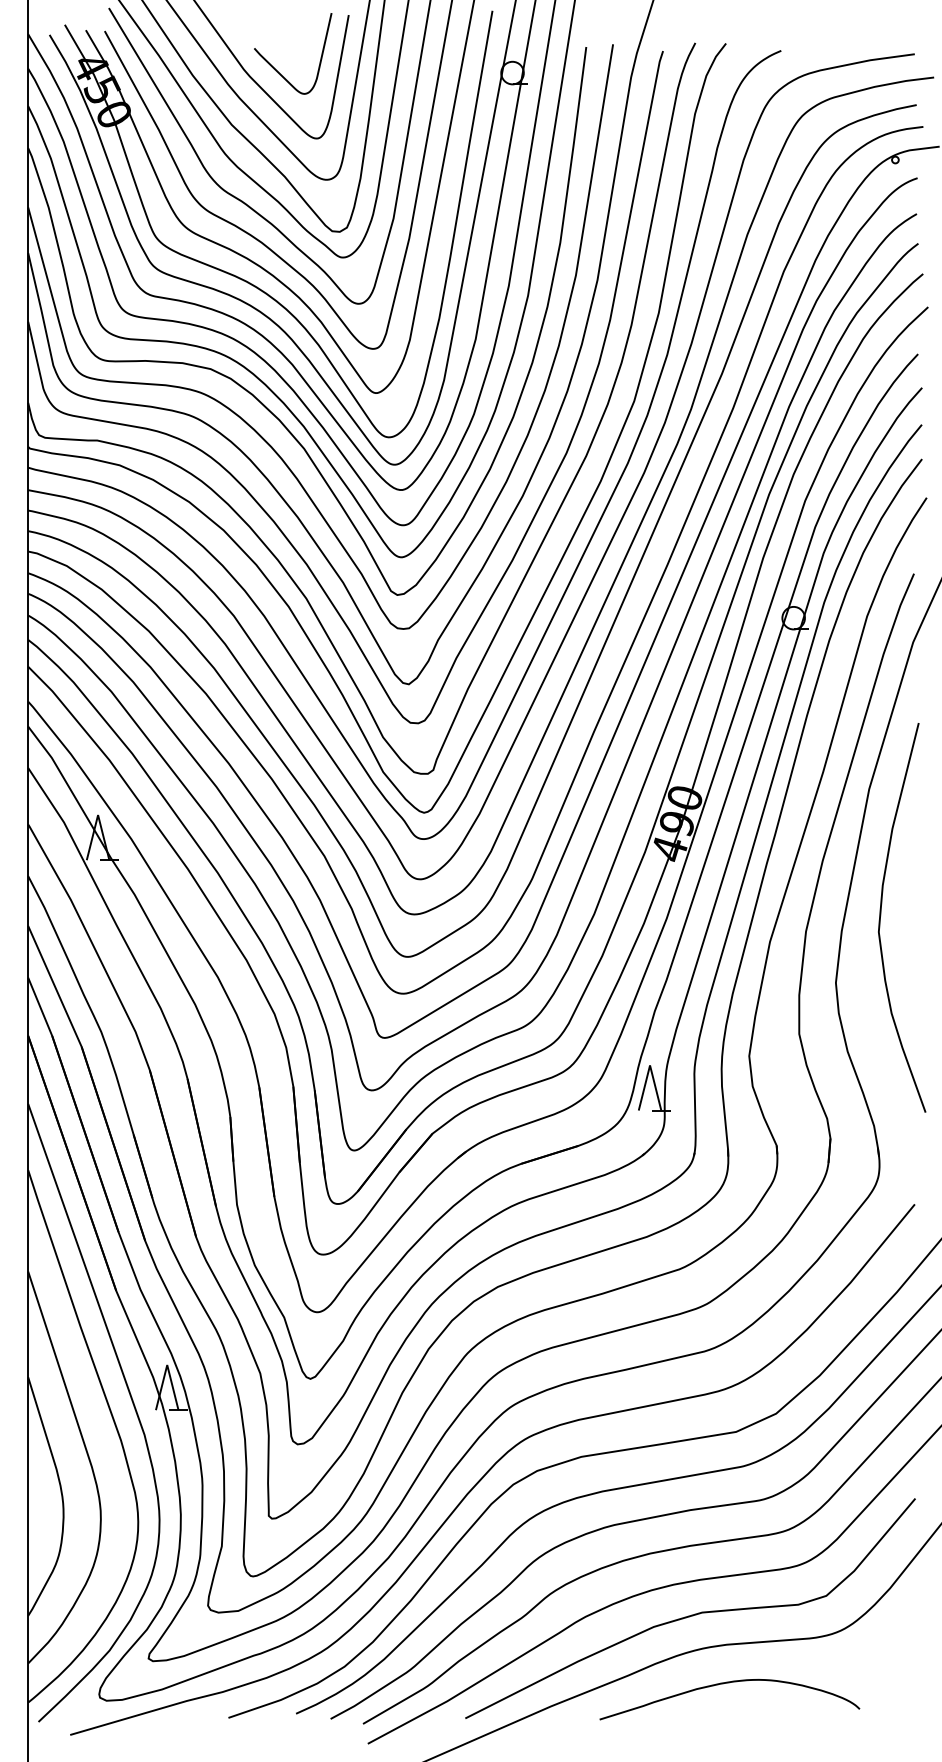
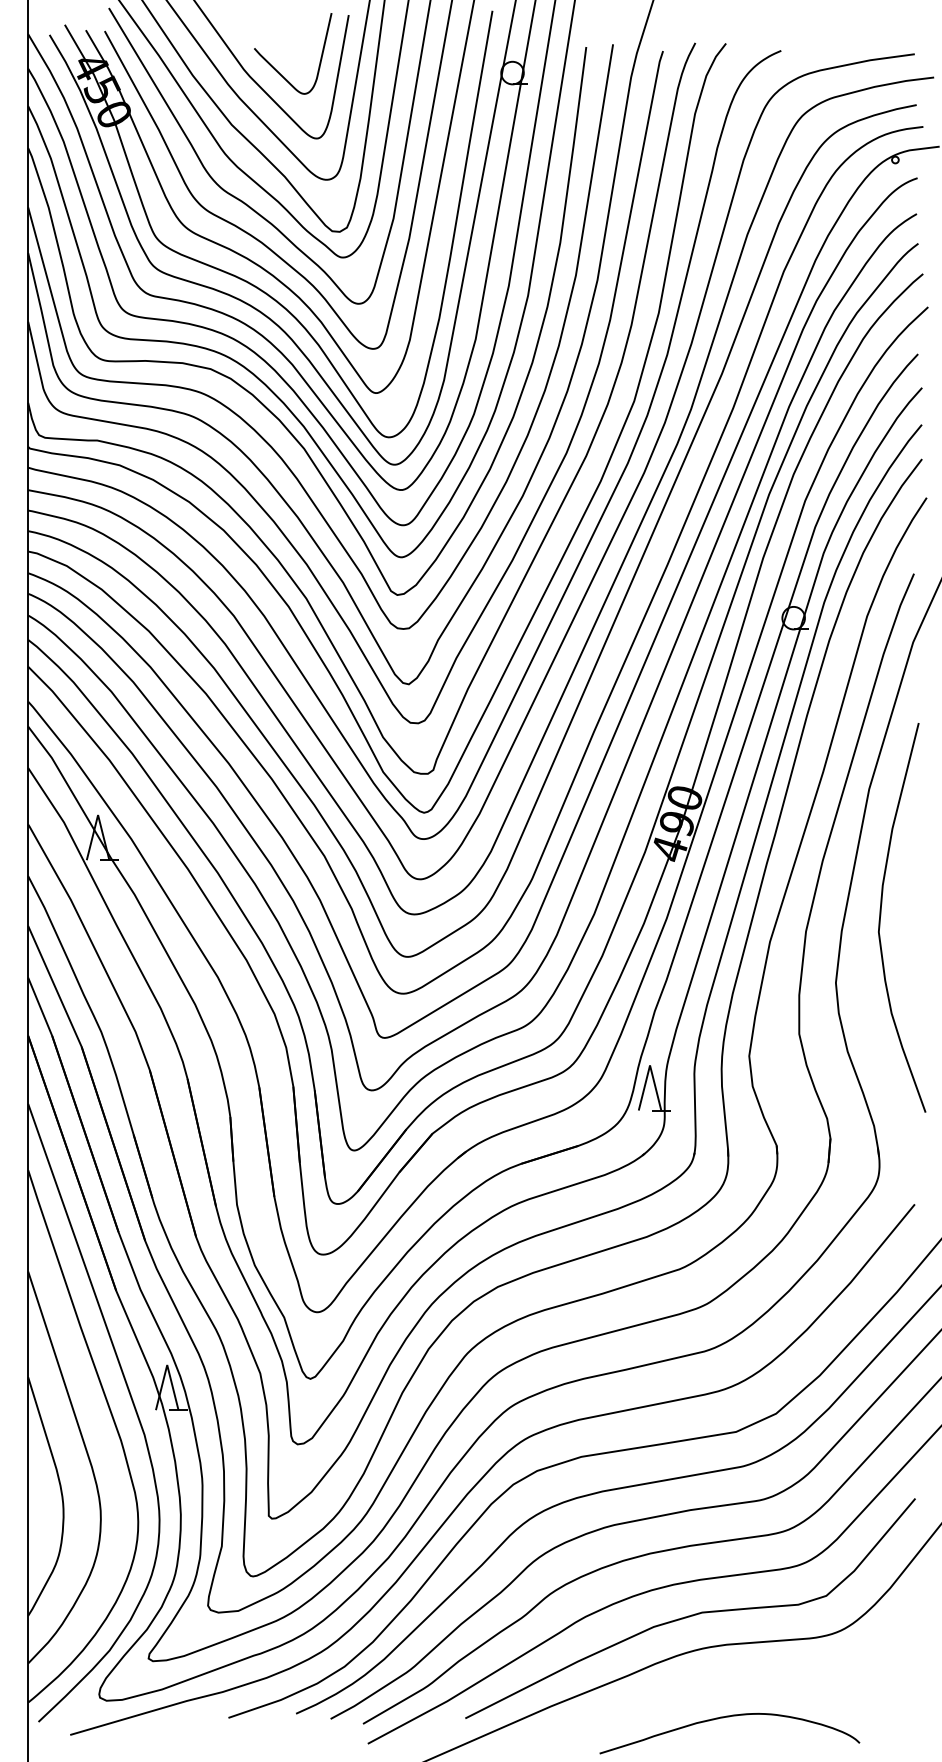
curve at (729, 1683) position: (729, 1683) -> (729, 1717)
